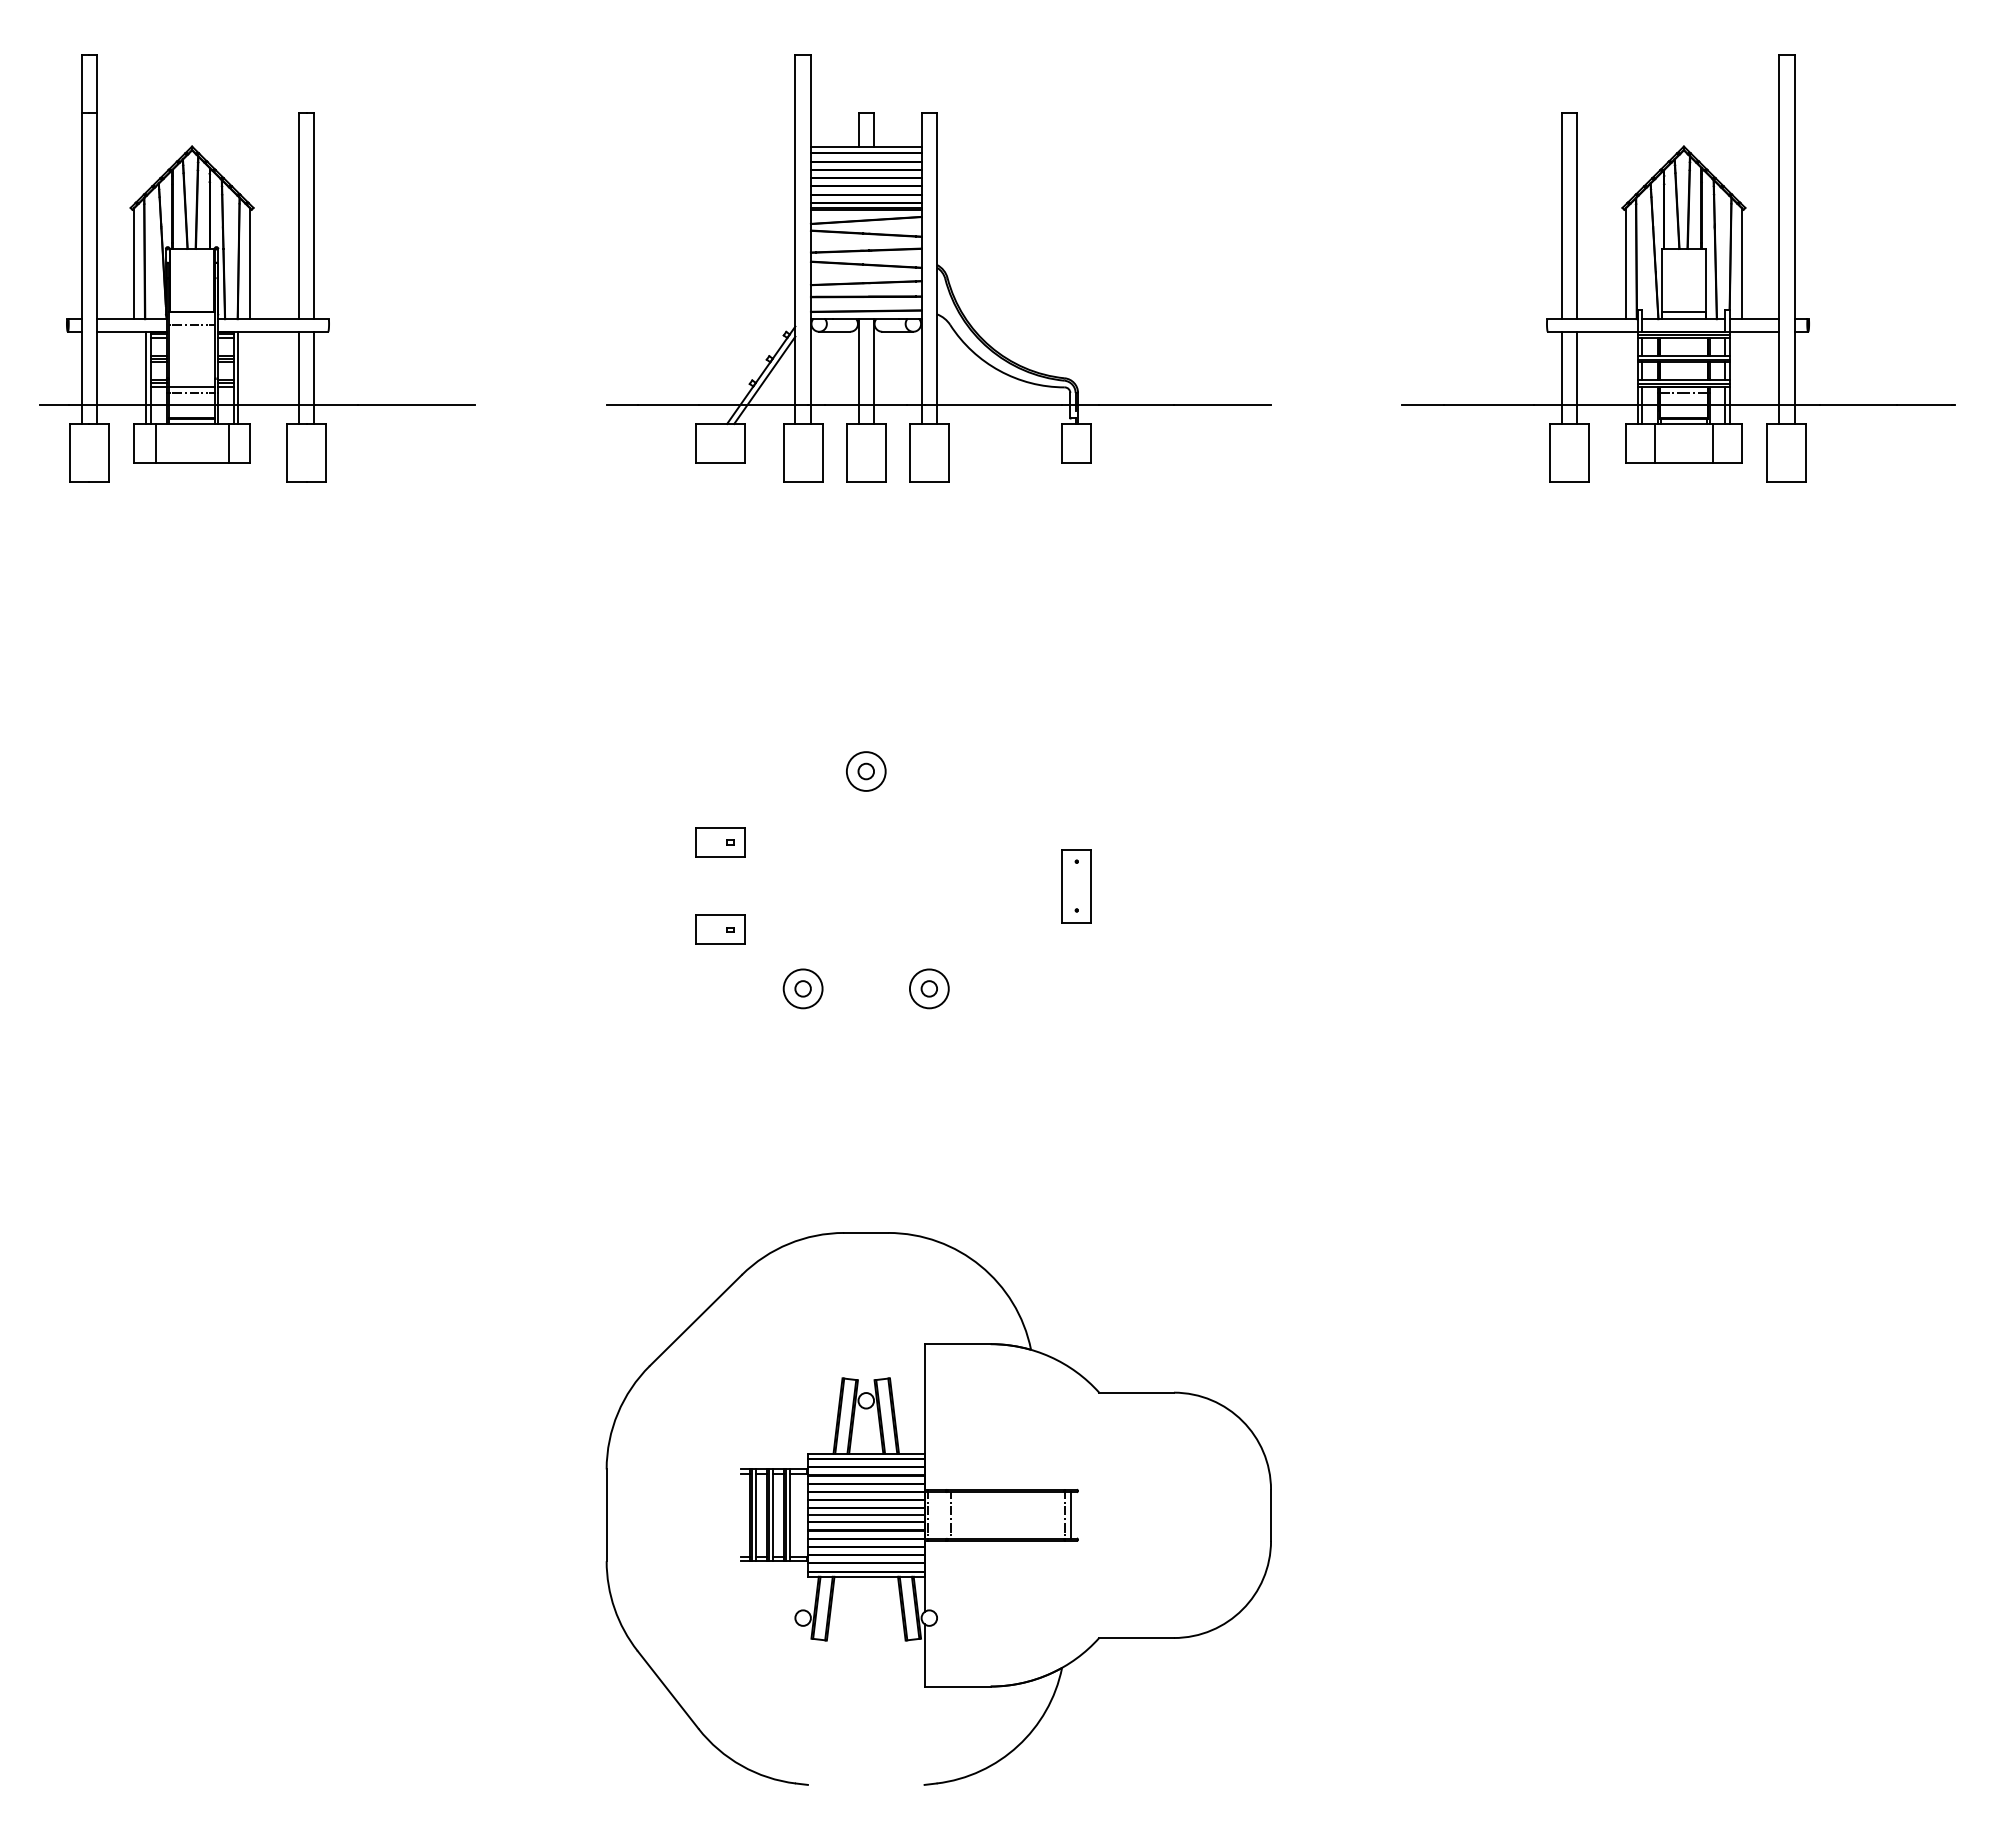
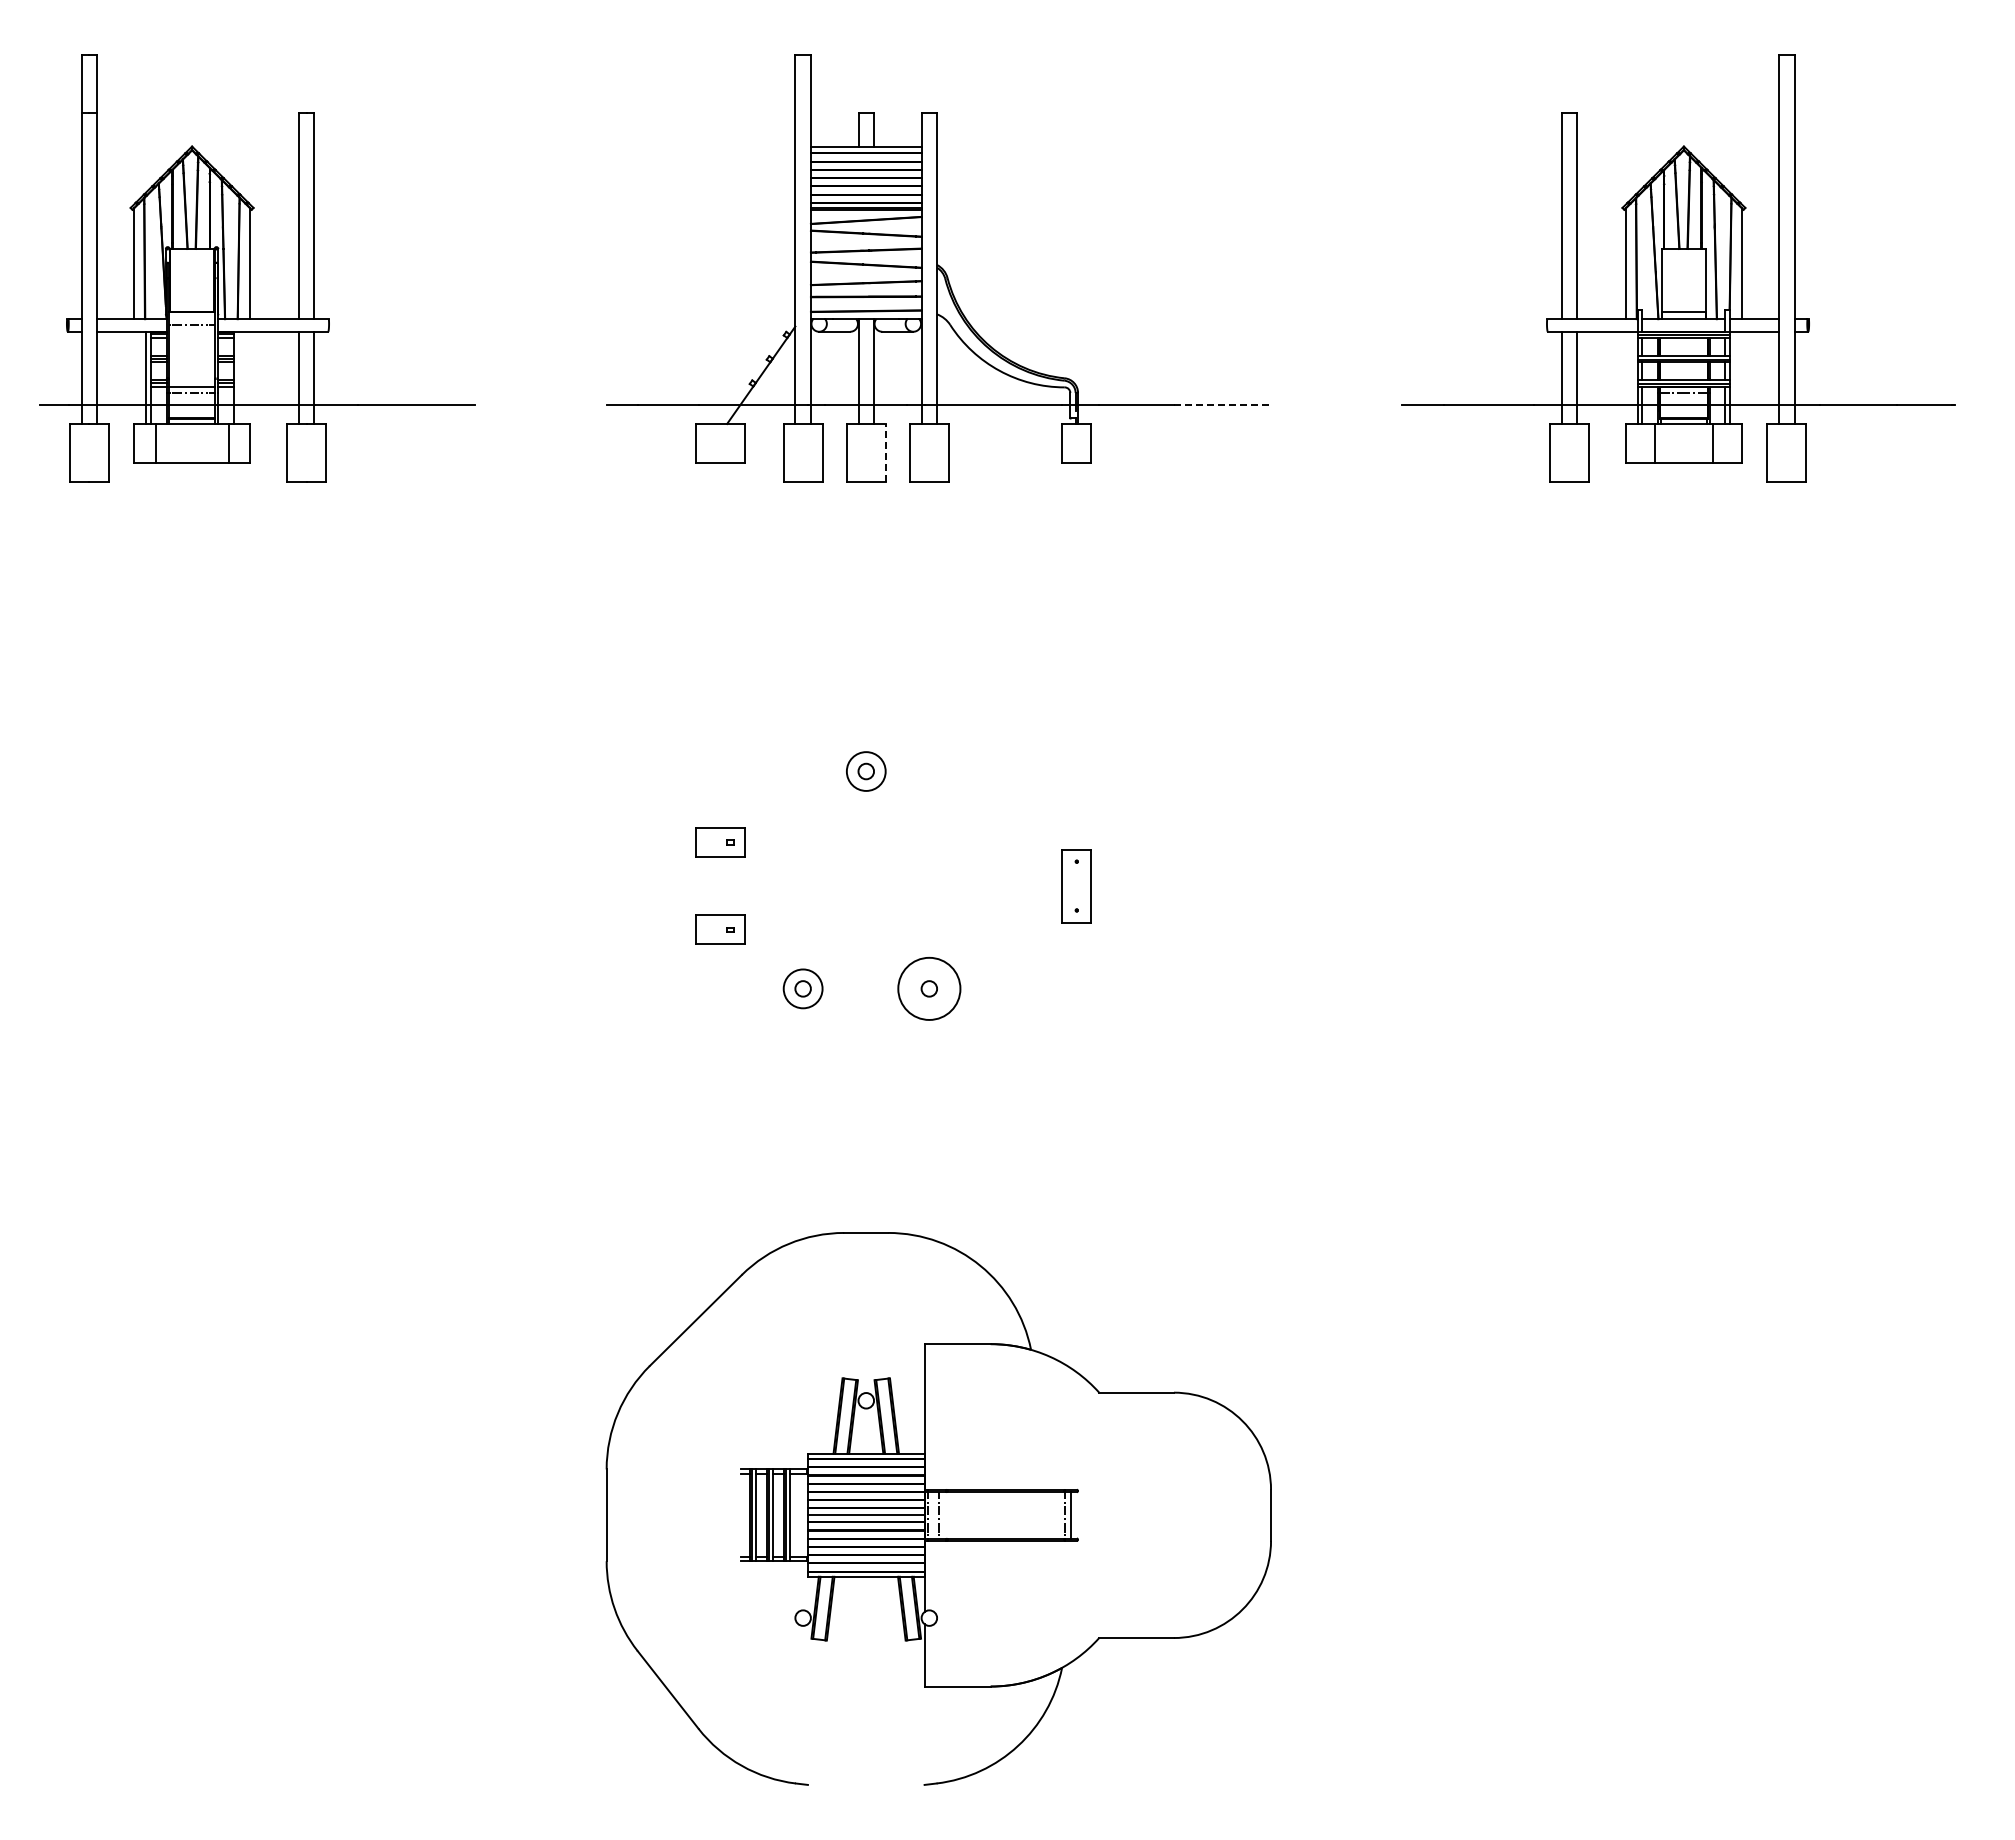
line at (237, 377): present -> none
line at (764, 380): present -> none
line at (1222, 404): solid -> dashed
line at (885, 452): solid -> dashed
circle at (928, 988) diameter: 39 px -> 62 px
line at (950, 1515) position: (950, 1515) -> (938, 1515)
